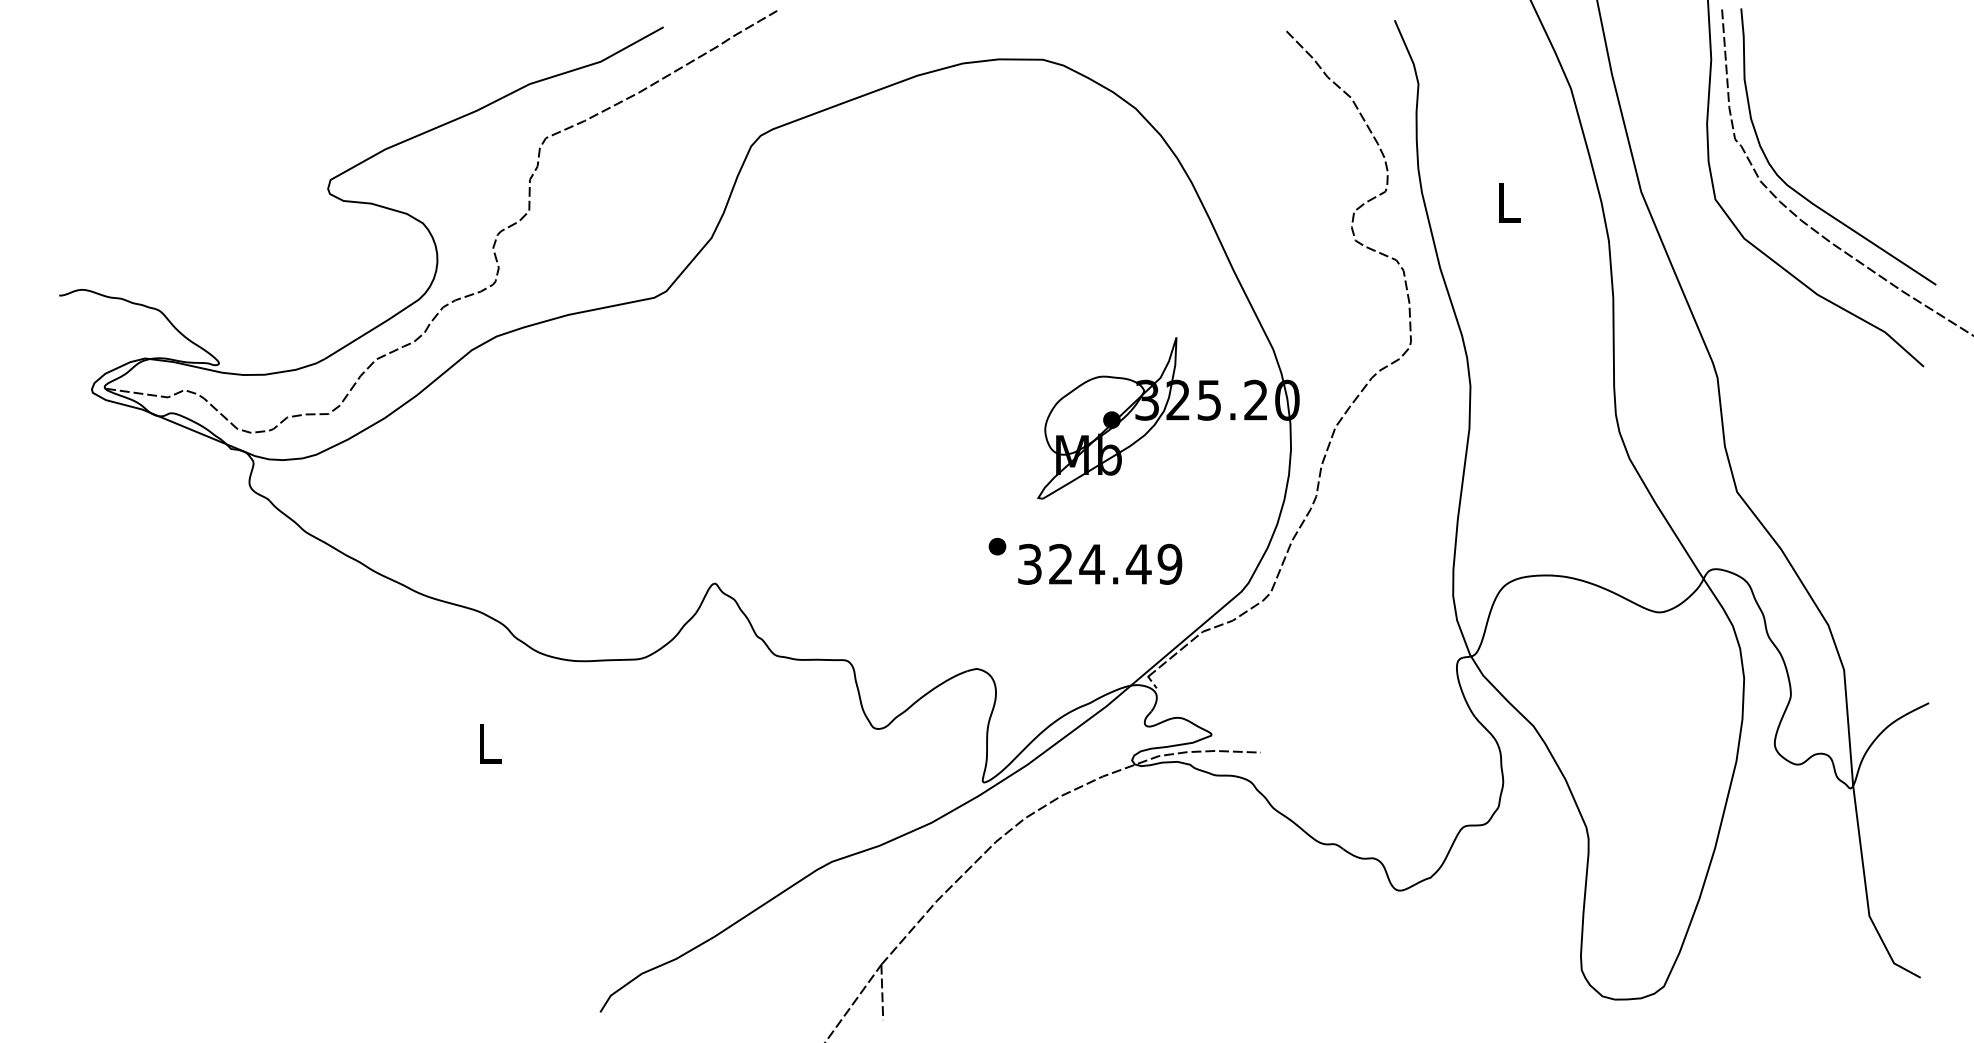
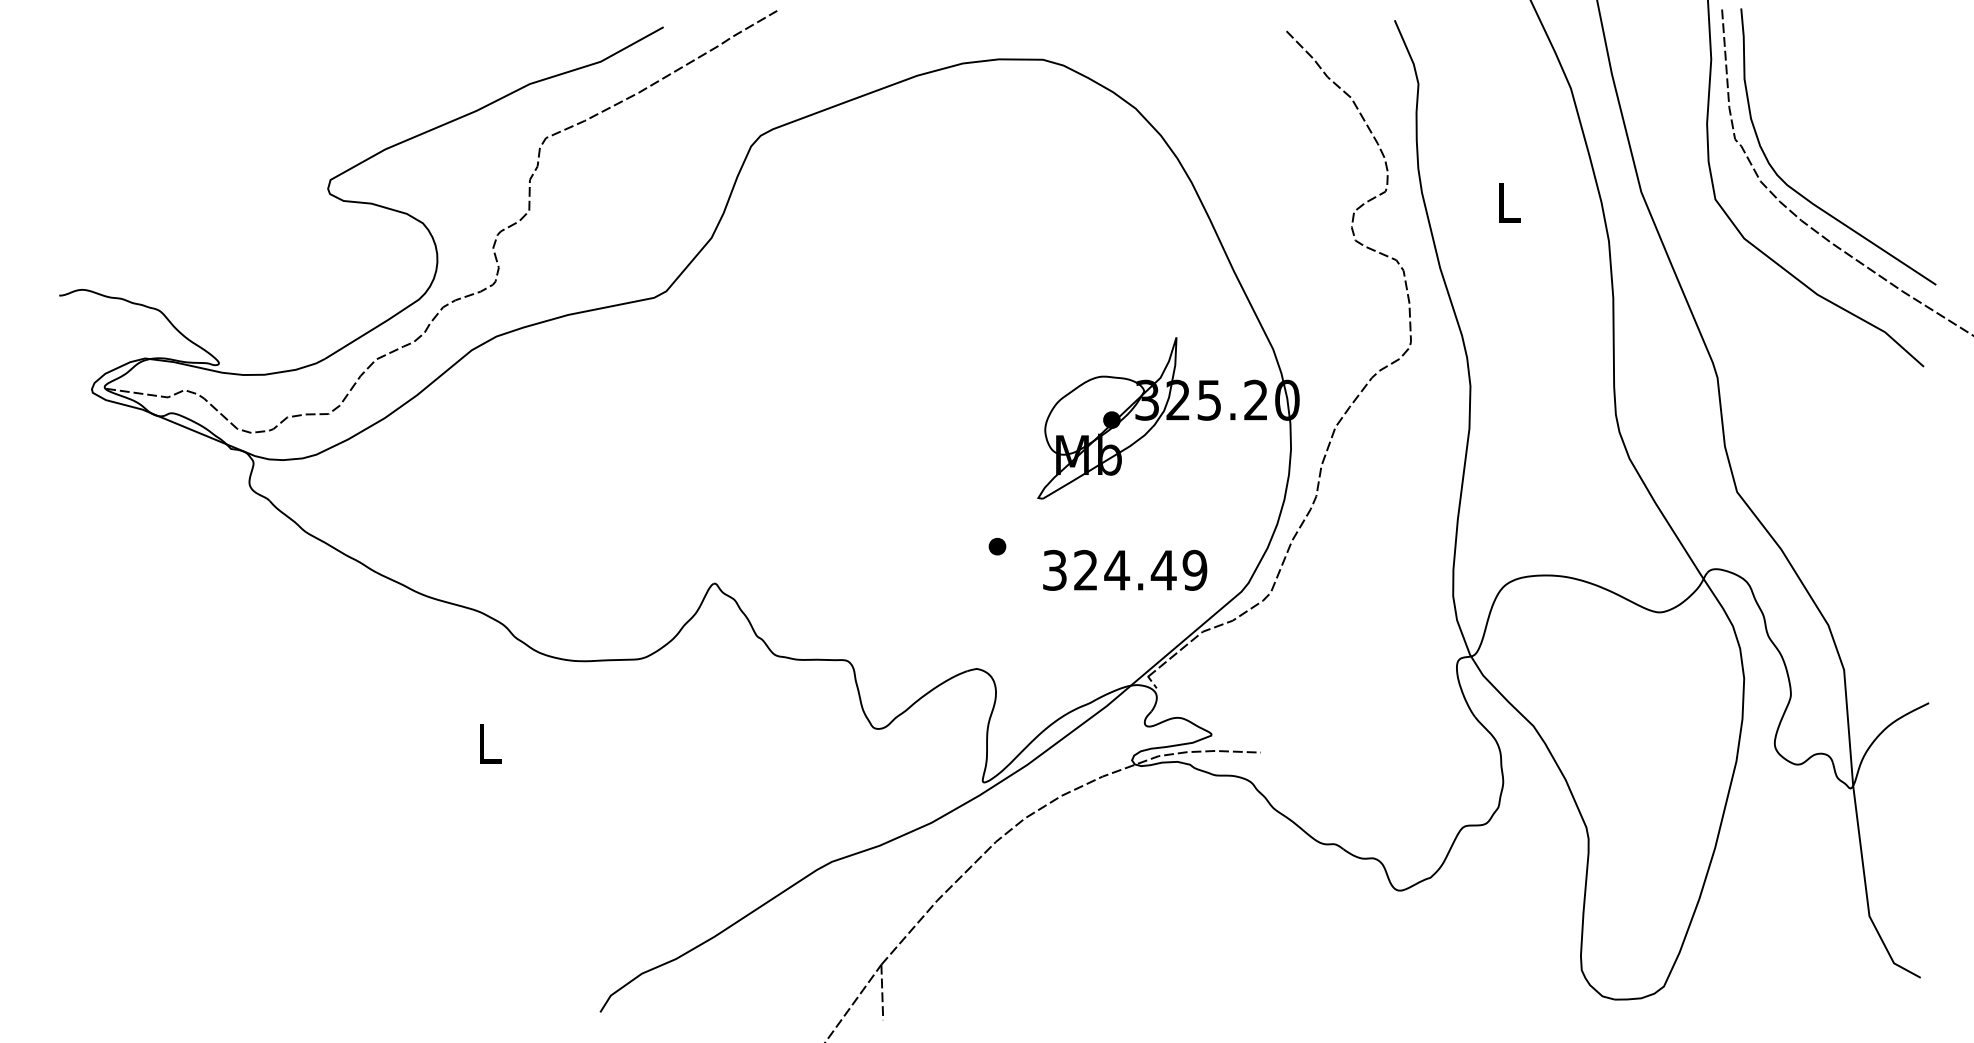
text at (1100, 563) position: (1100, 563) -> (1125, 569)
